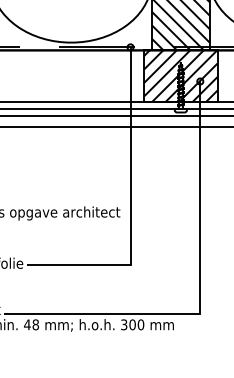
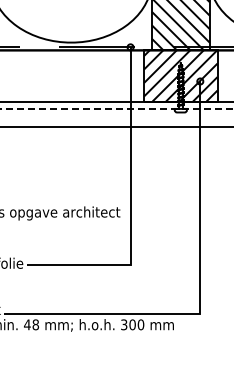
line at (117, 108): solid -> dashed
line at (116, 115): present -> none
